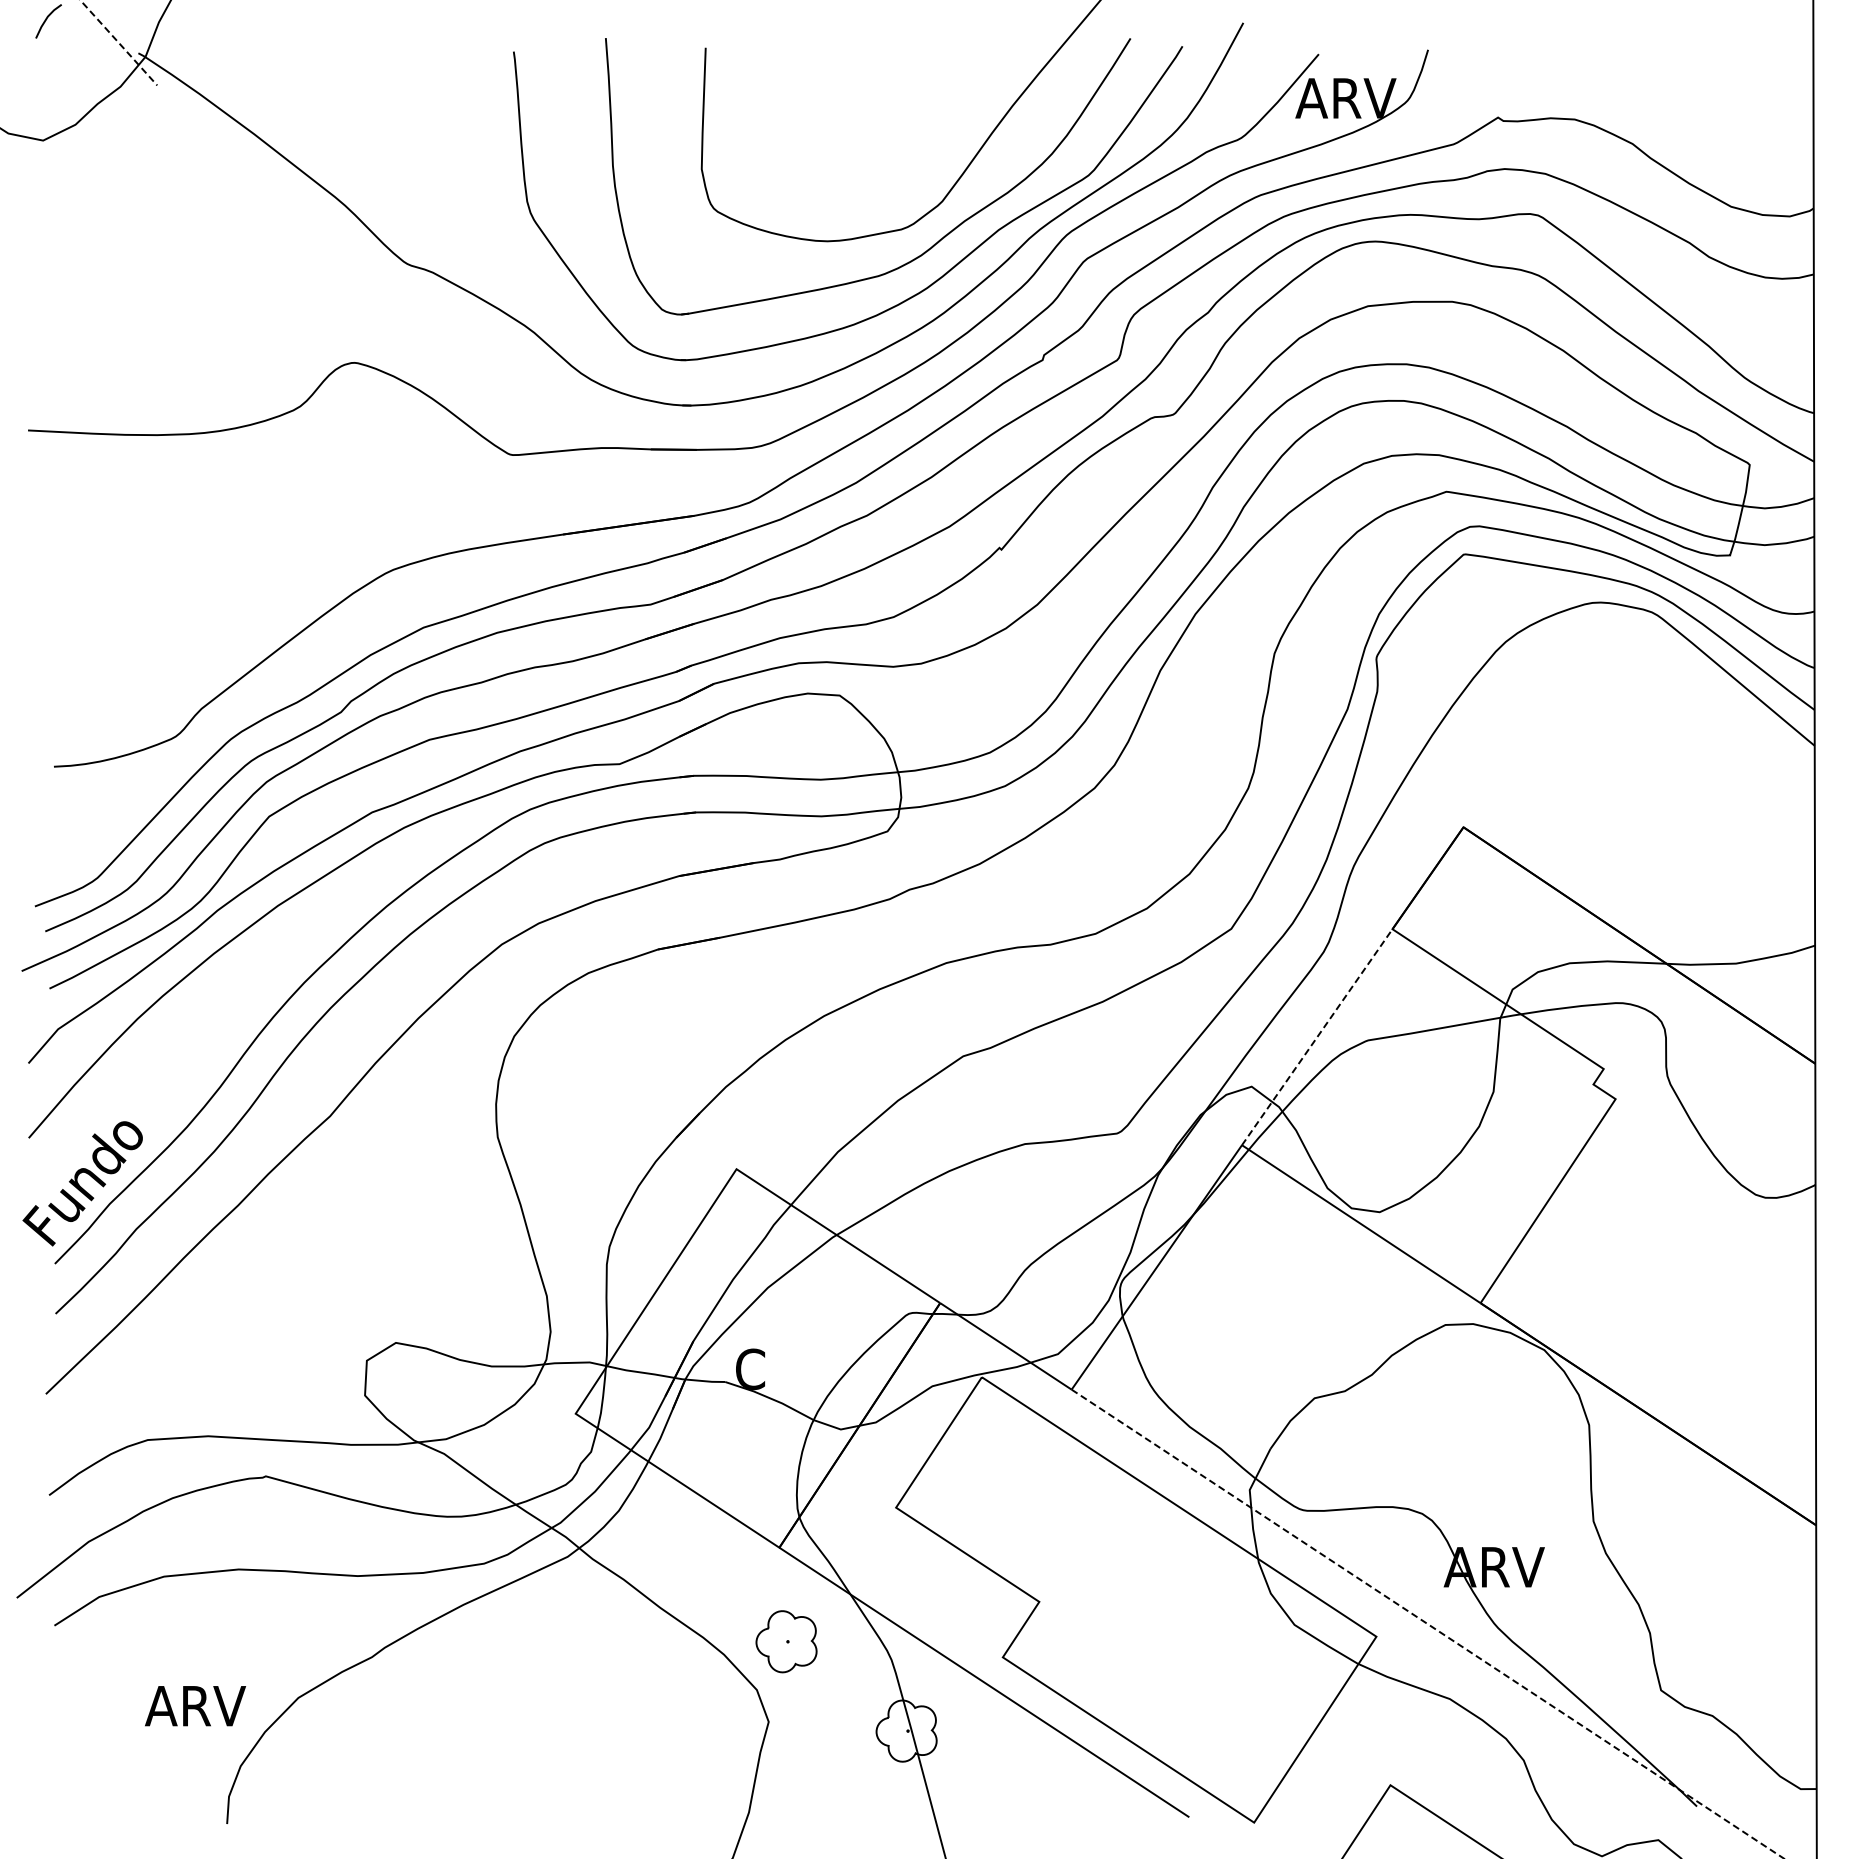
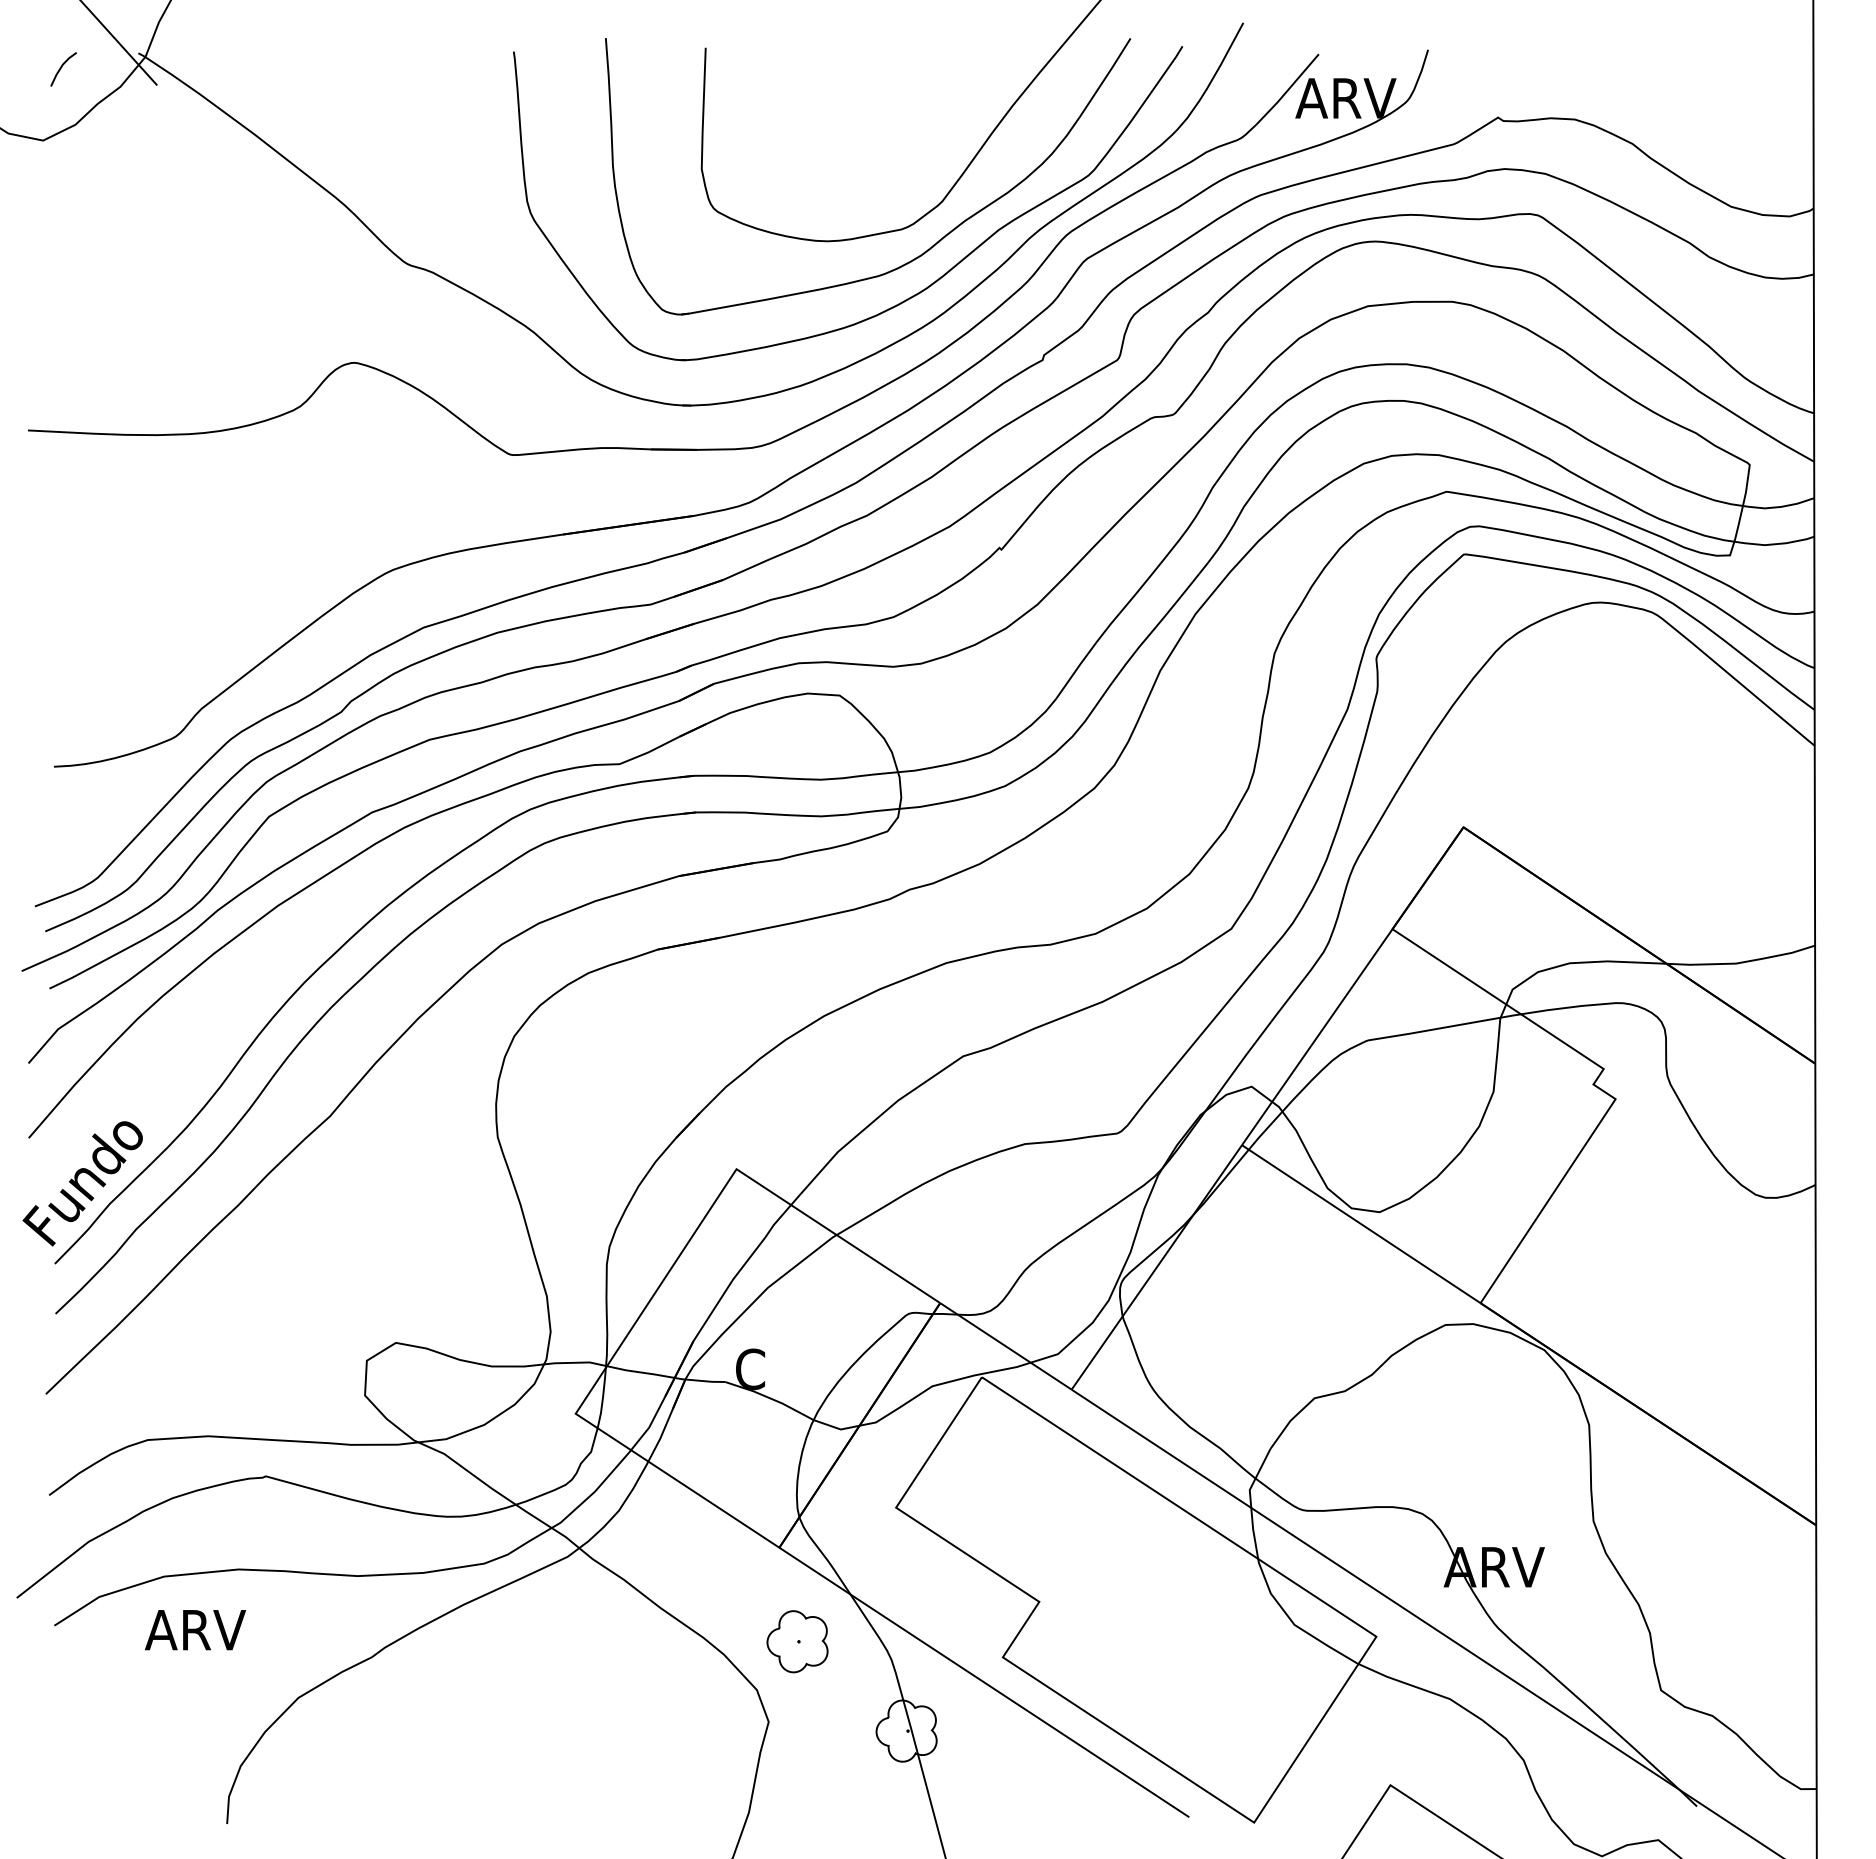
line at (47, 19) position: (47, 19) -> (62, 67)
line at (119, 43): dashed -> solid
line at (1317, 1037): dashed -> solid
line at (1427, 1624): dashed -> solid
part at (786, 1641) position: (786, 1641) -> (797, 1641)
text at (195, 1706) position: (195, 1706) -> (195, 1630)
